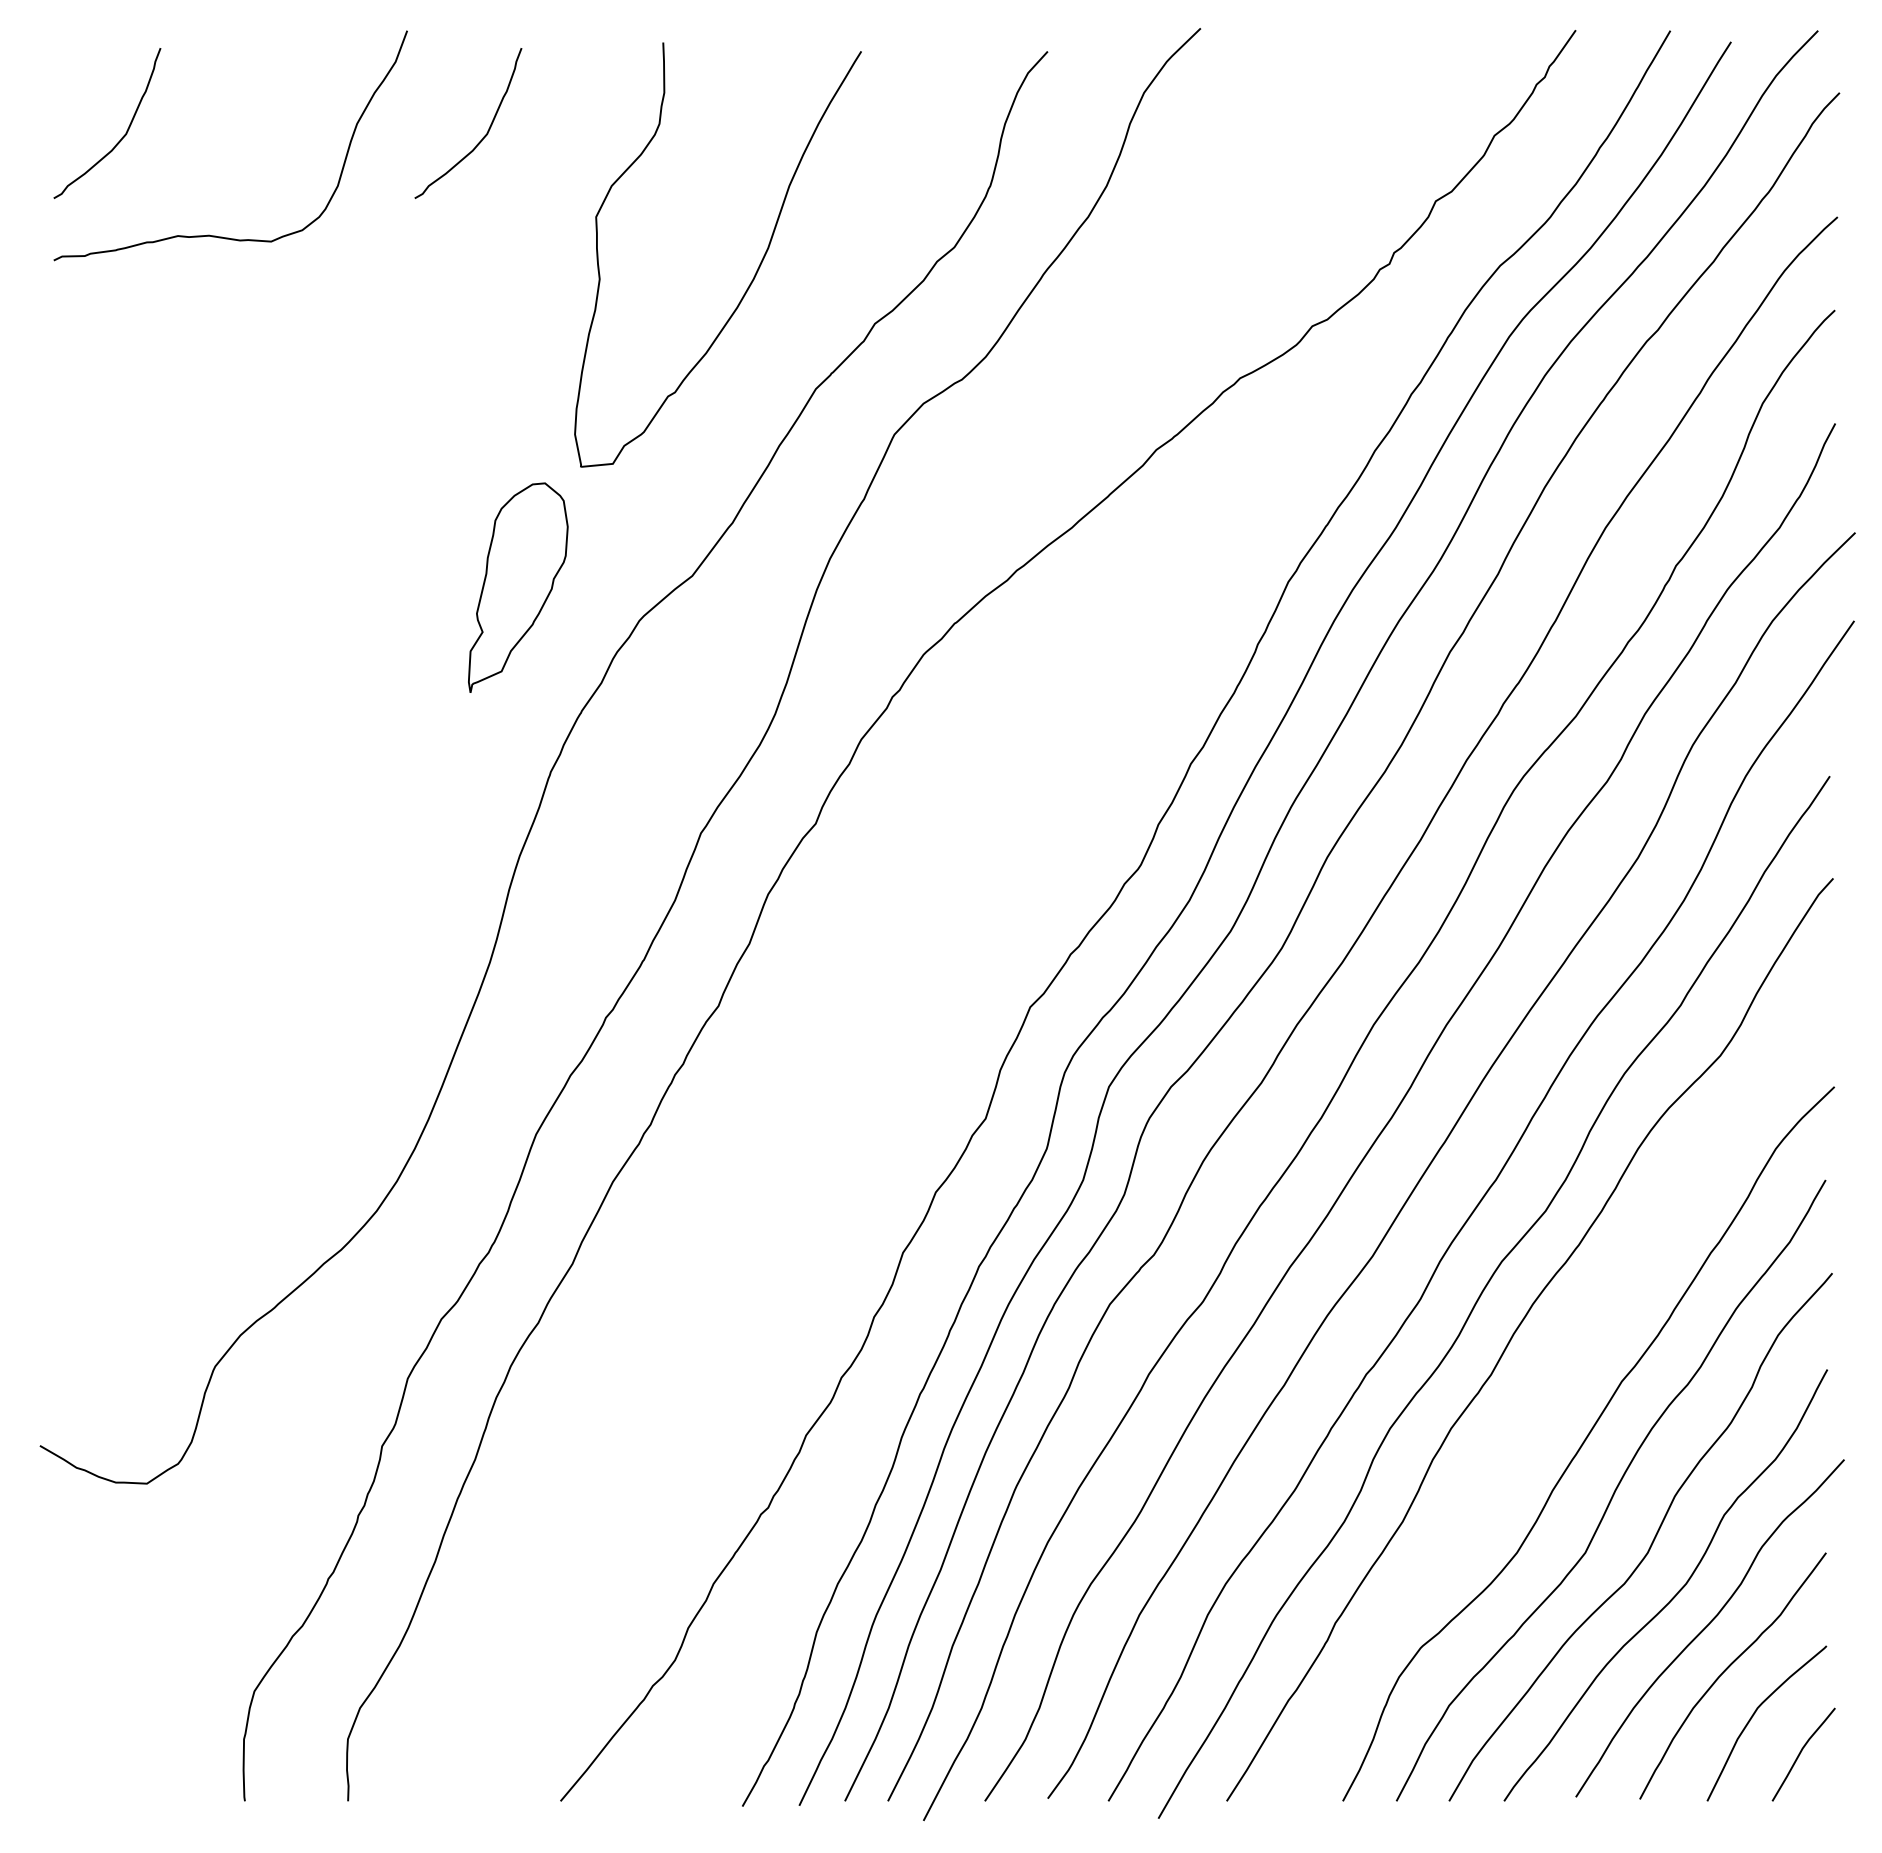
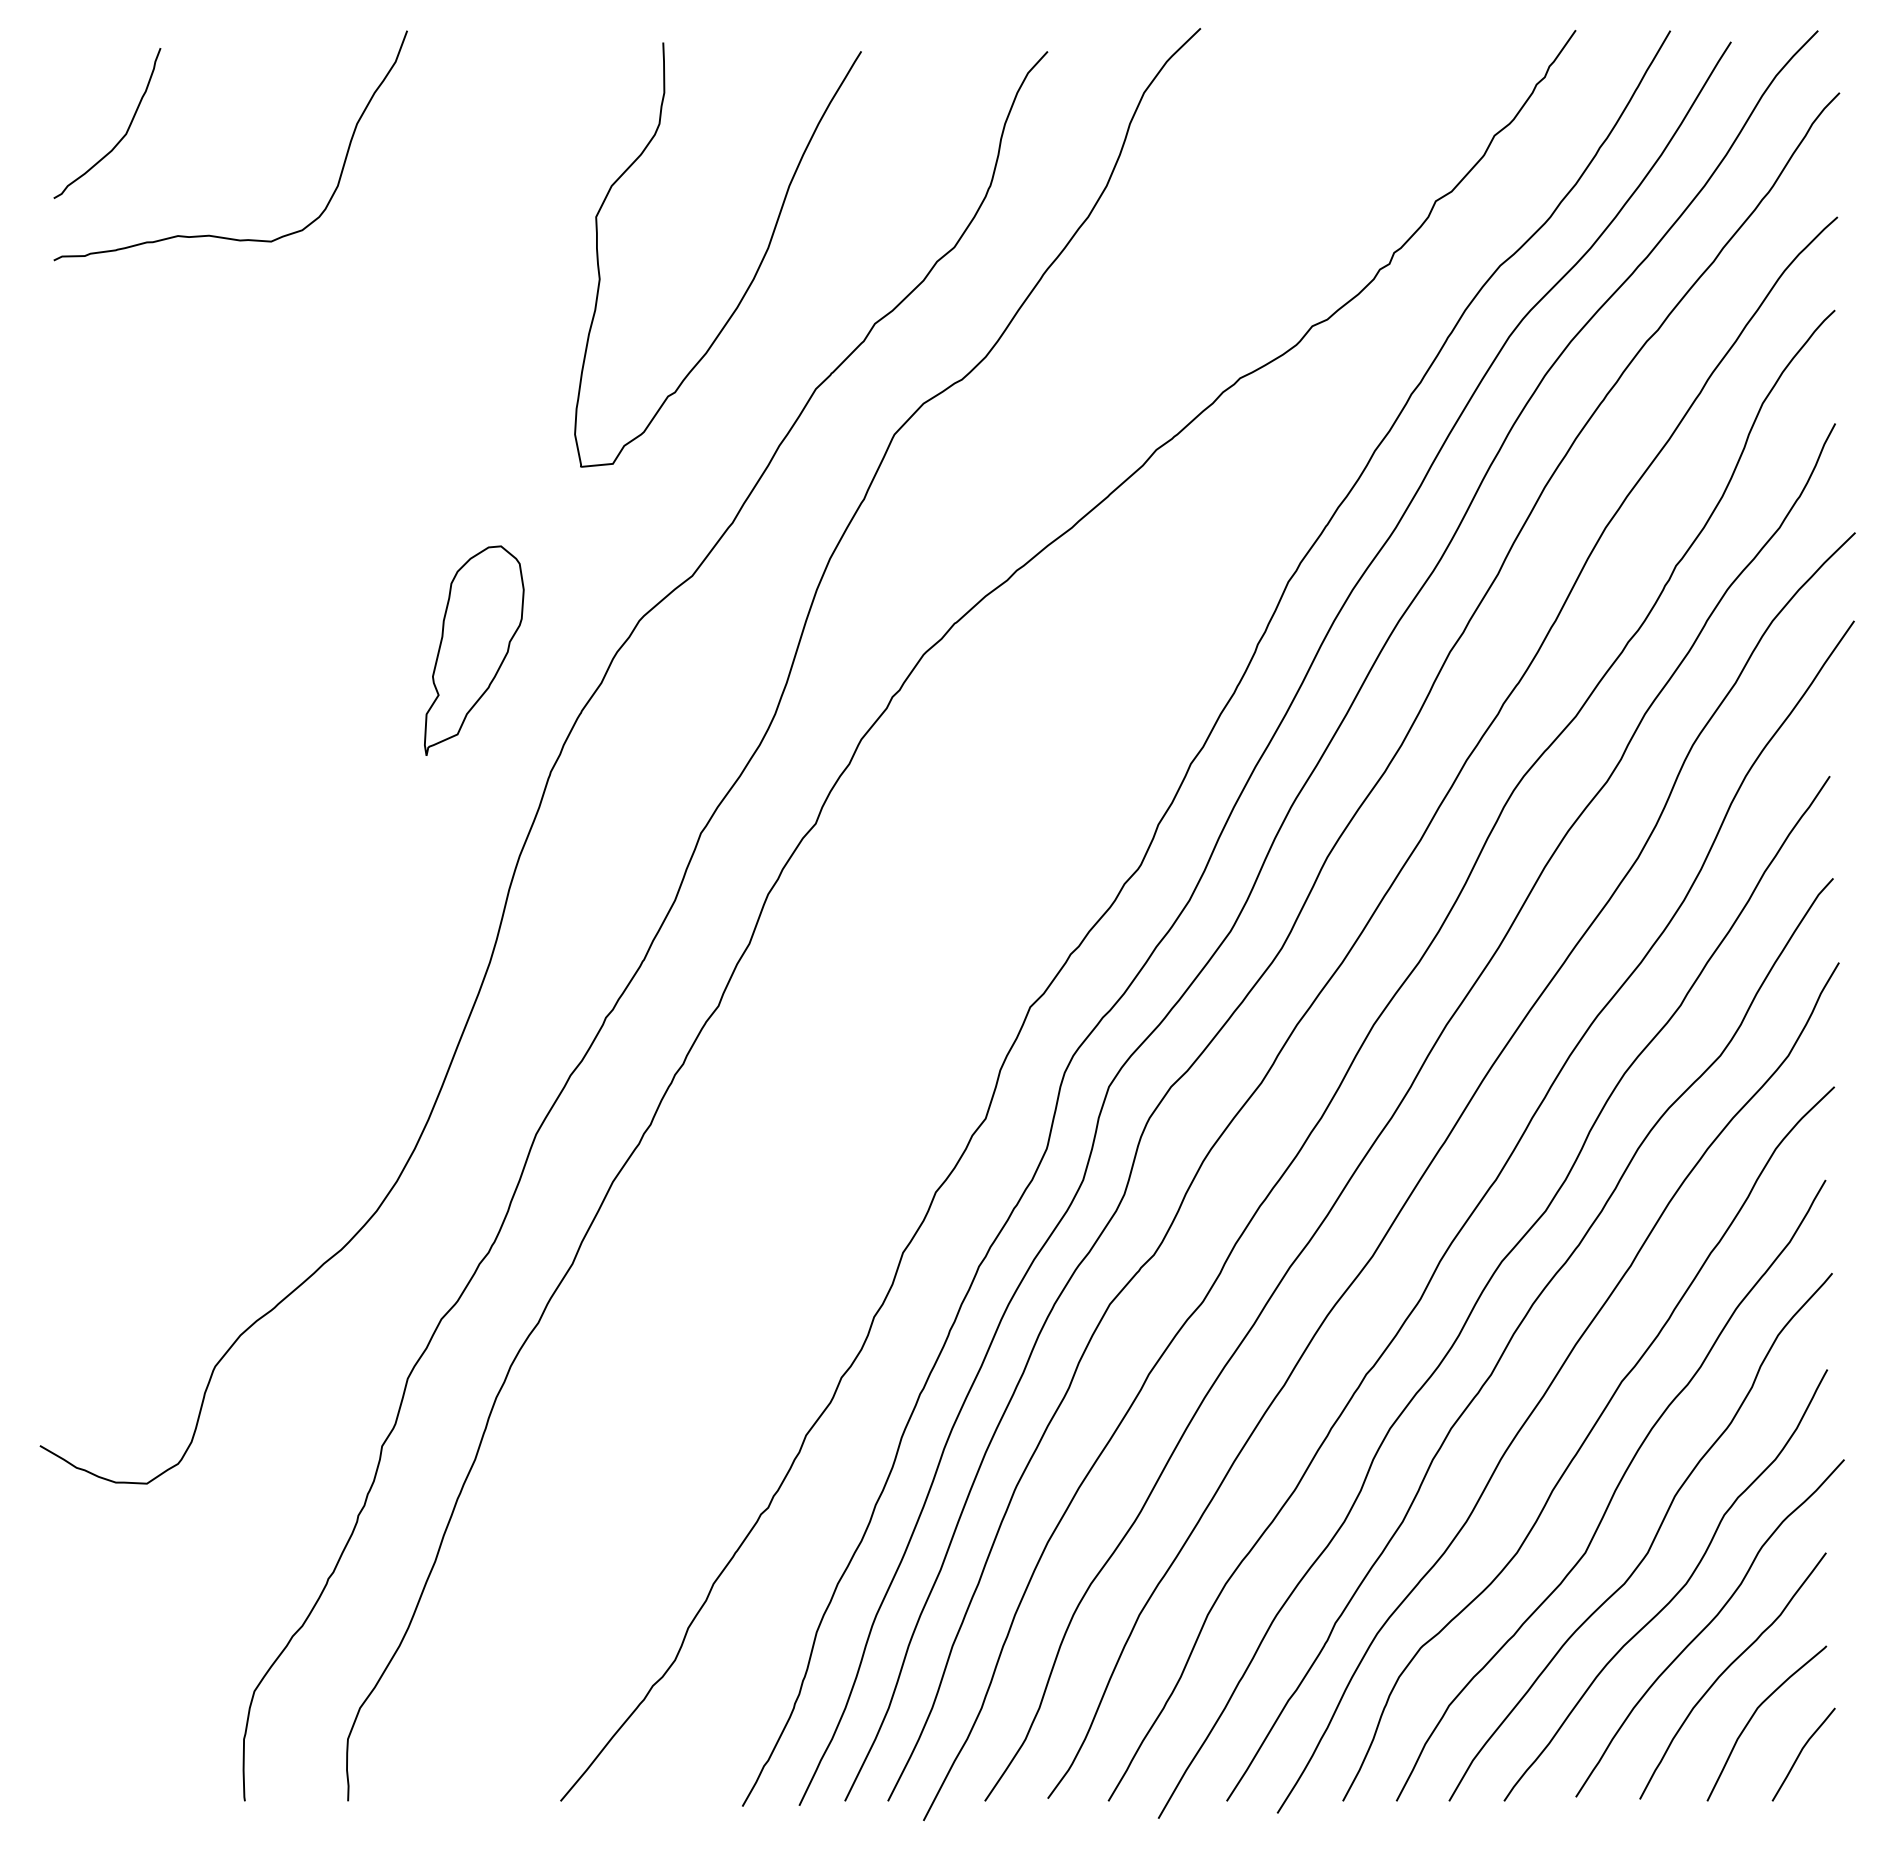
curve at (483, 136): present -> none
part at (518, 587) position: (518, 587) -> (474, 650)
curve at (1551, 1385): none -> present
